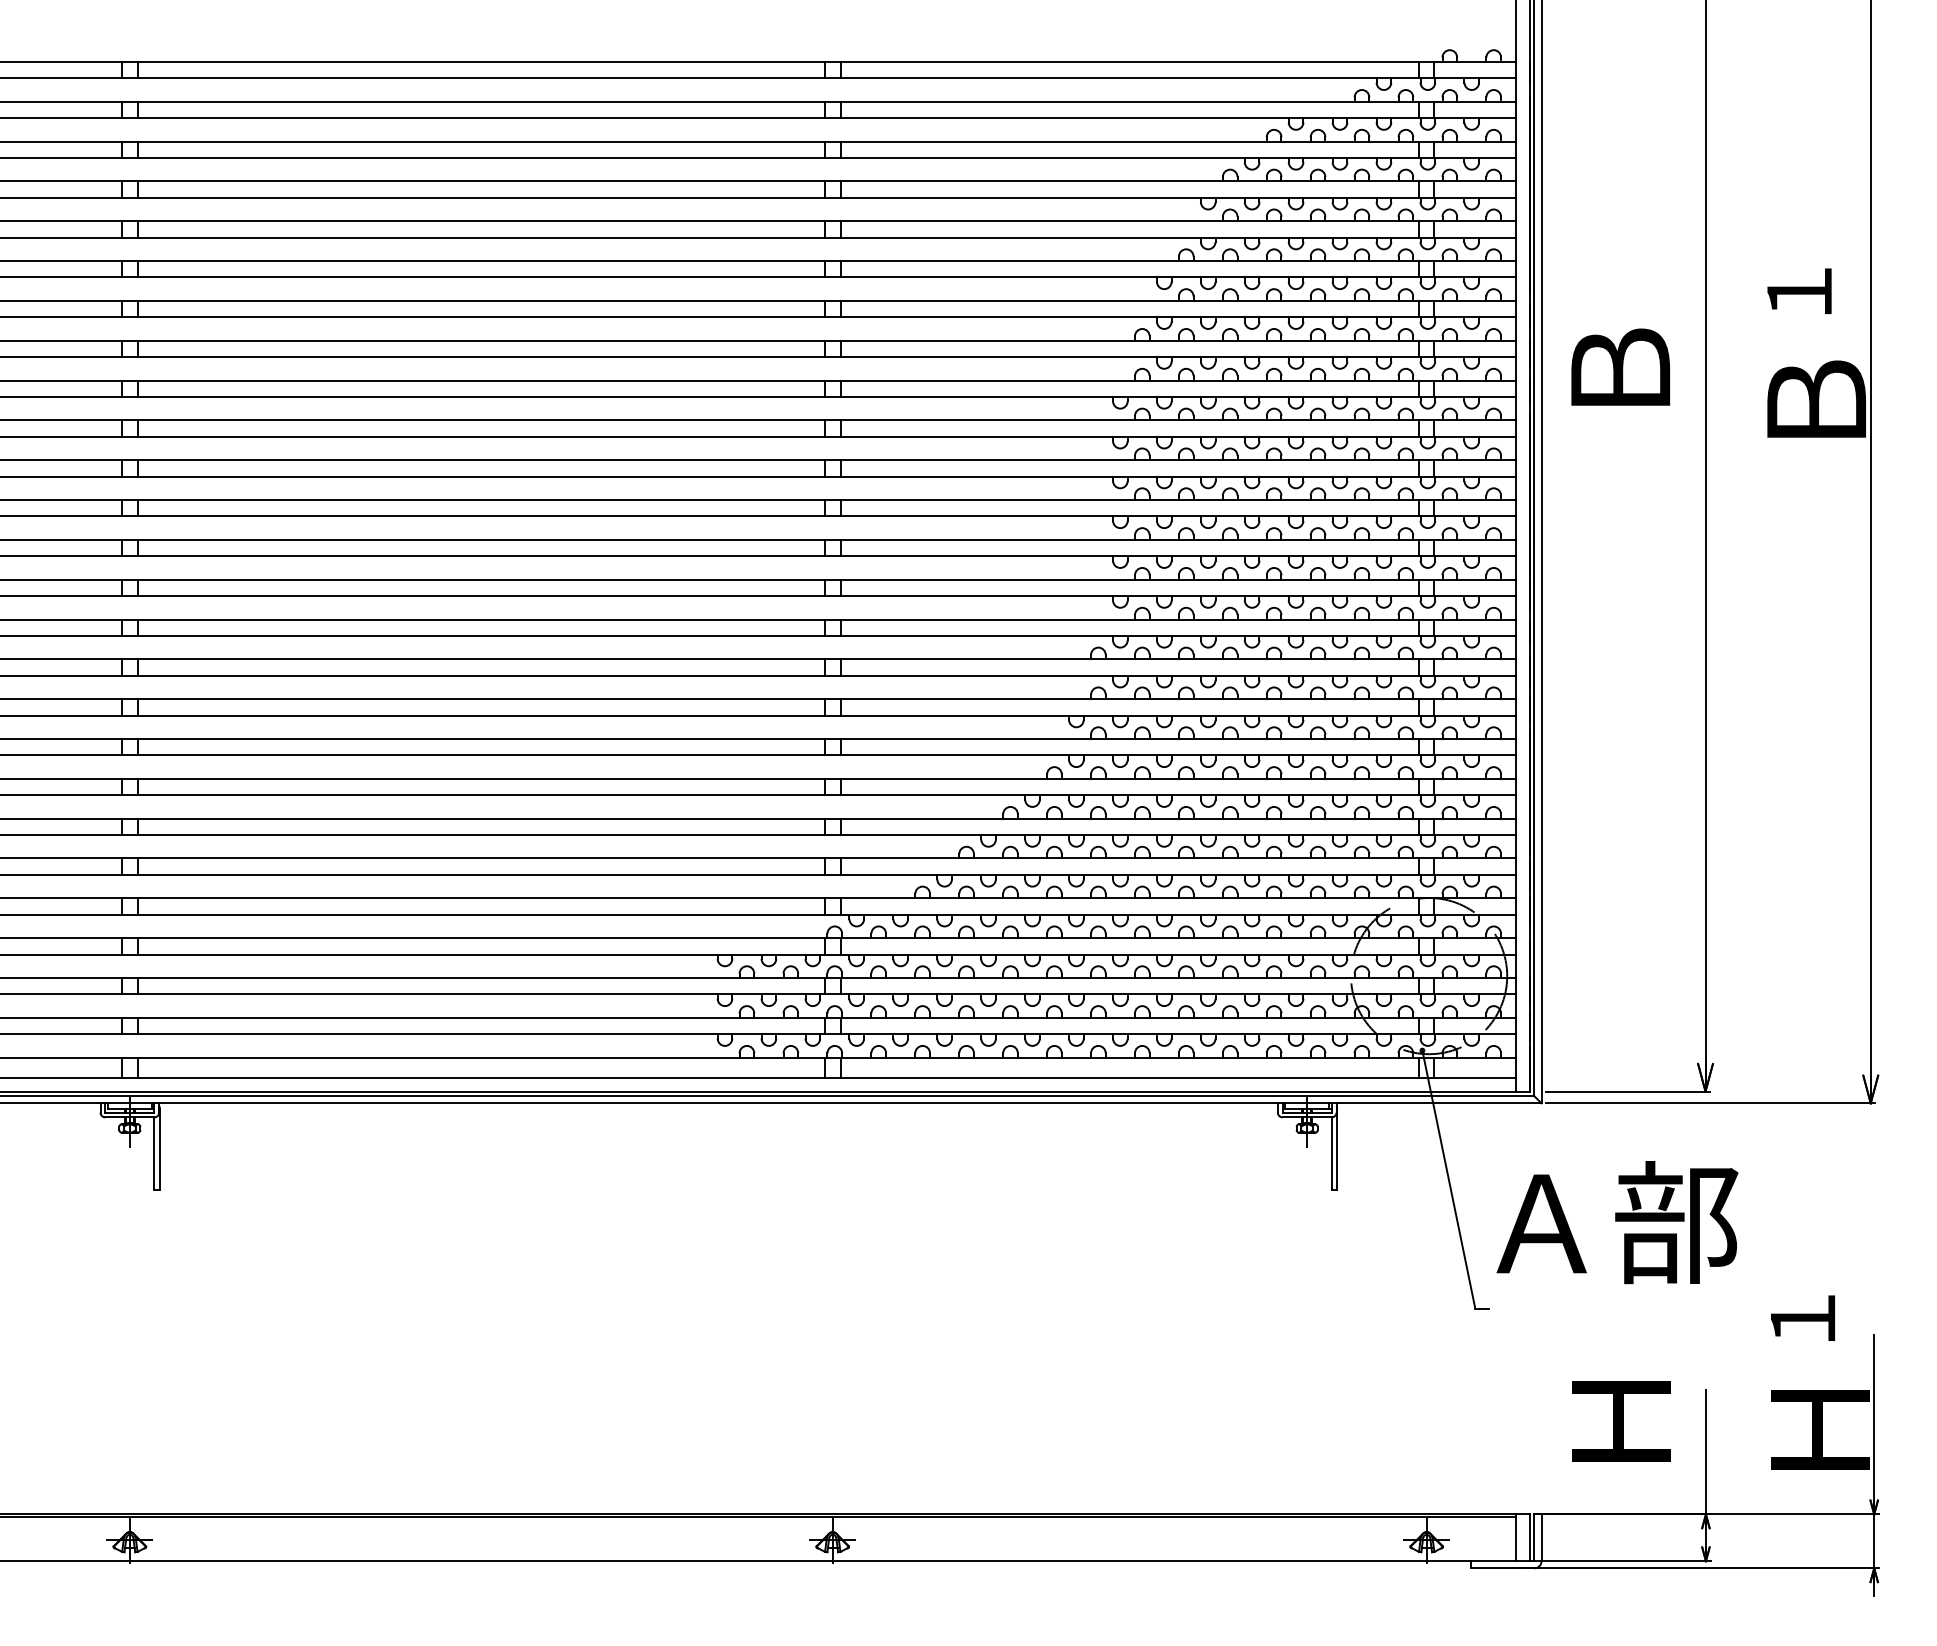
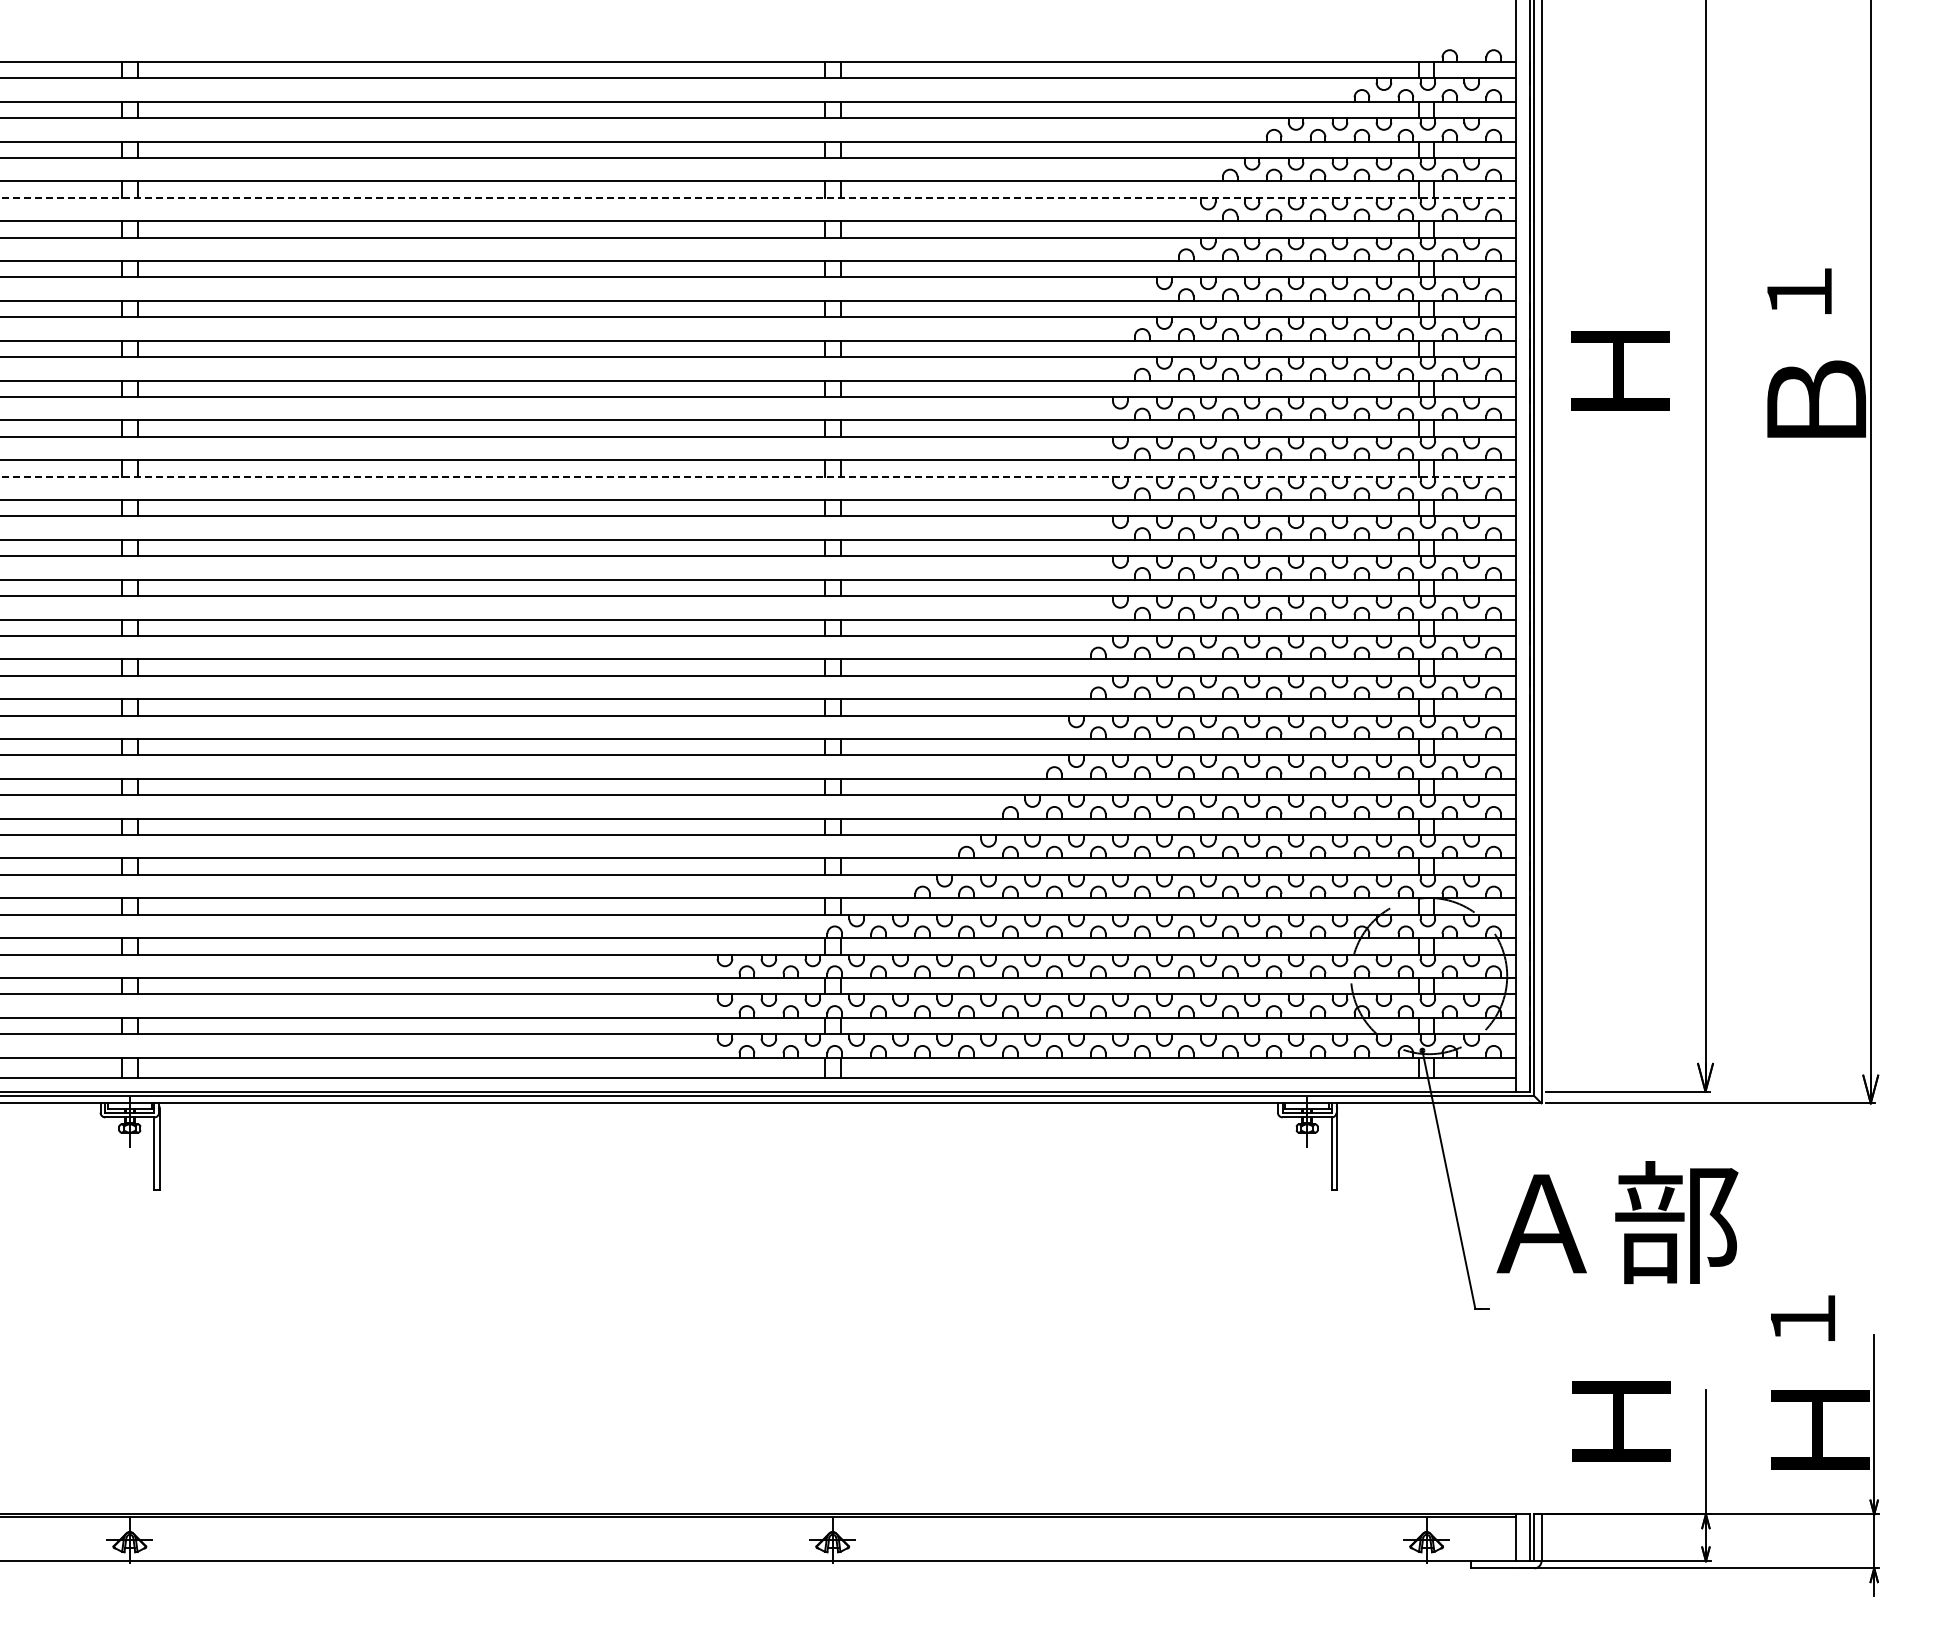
line at (757, 197): solid -> dashed
text at (1620, 369): Ｂ -> Ｈ
line at (757, 476): solid -> dashed
